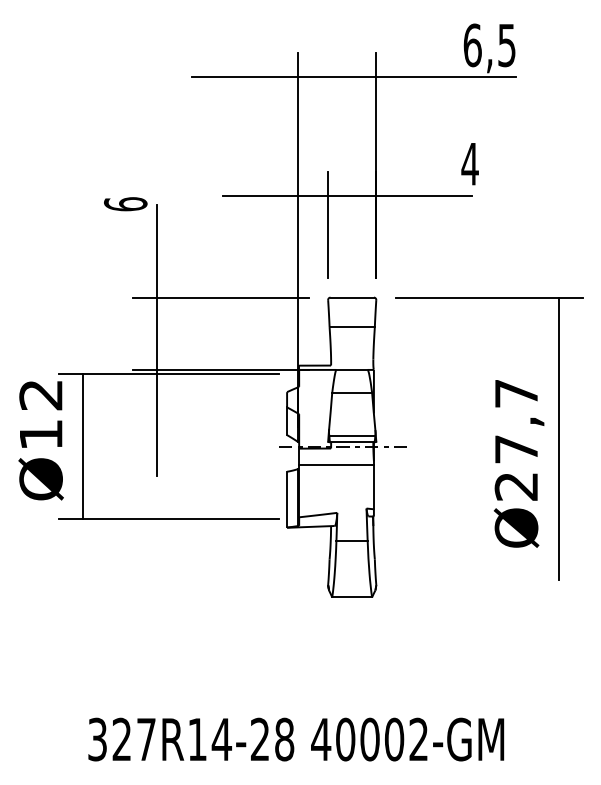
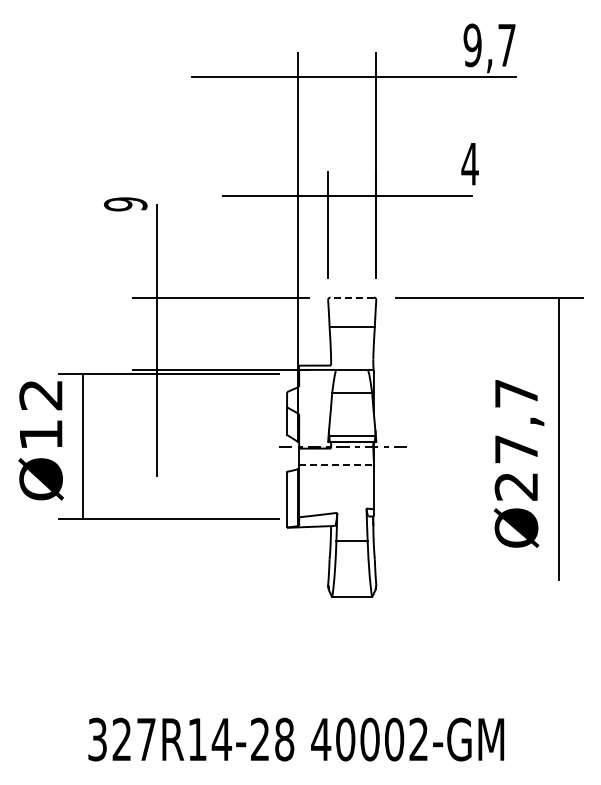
text at (489, 45): 6,5 -> 9,7
text at (125, 204): 6 -> 9
line at (352, 297): solid -> dashed
line at (337, 464): solid -> dashed
